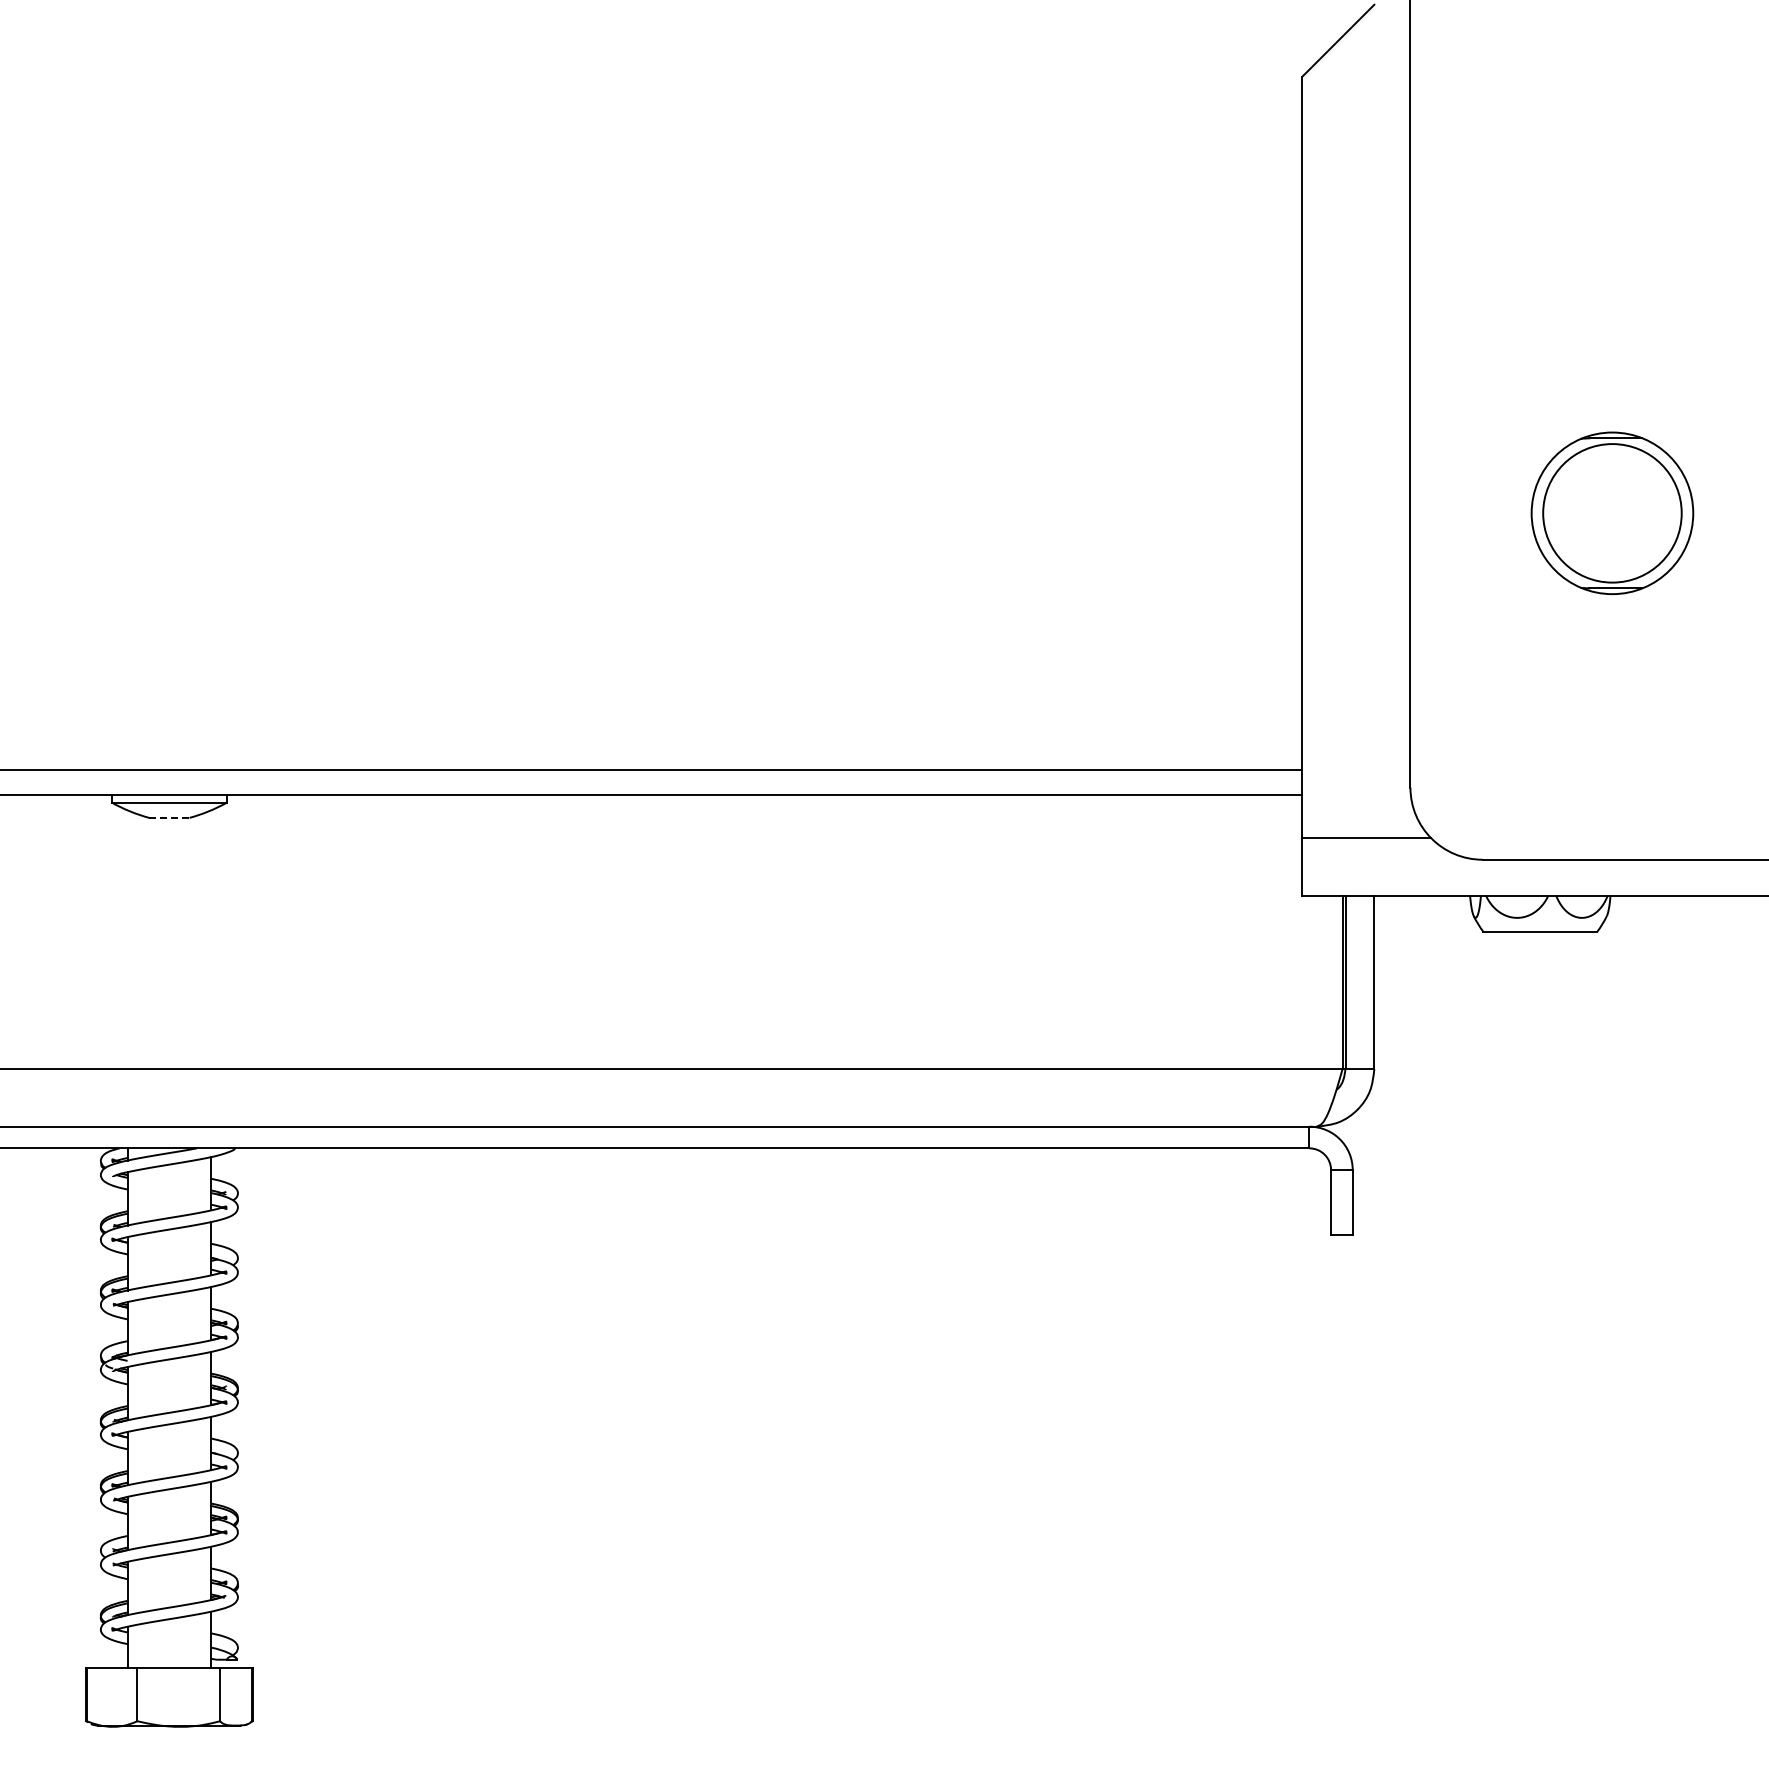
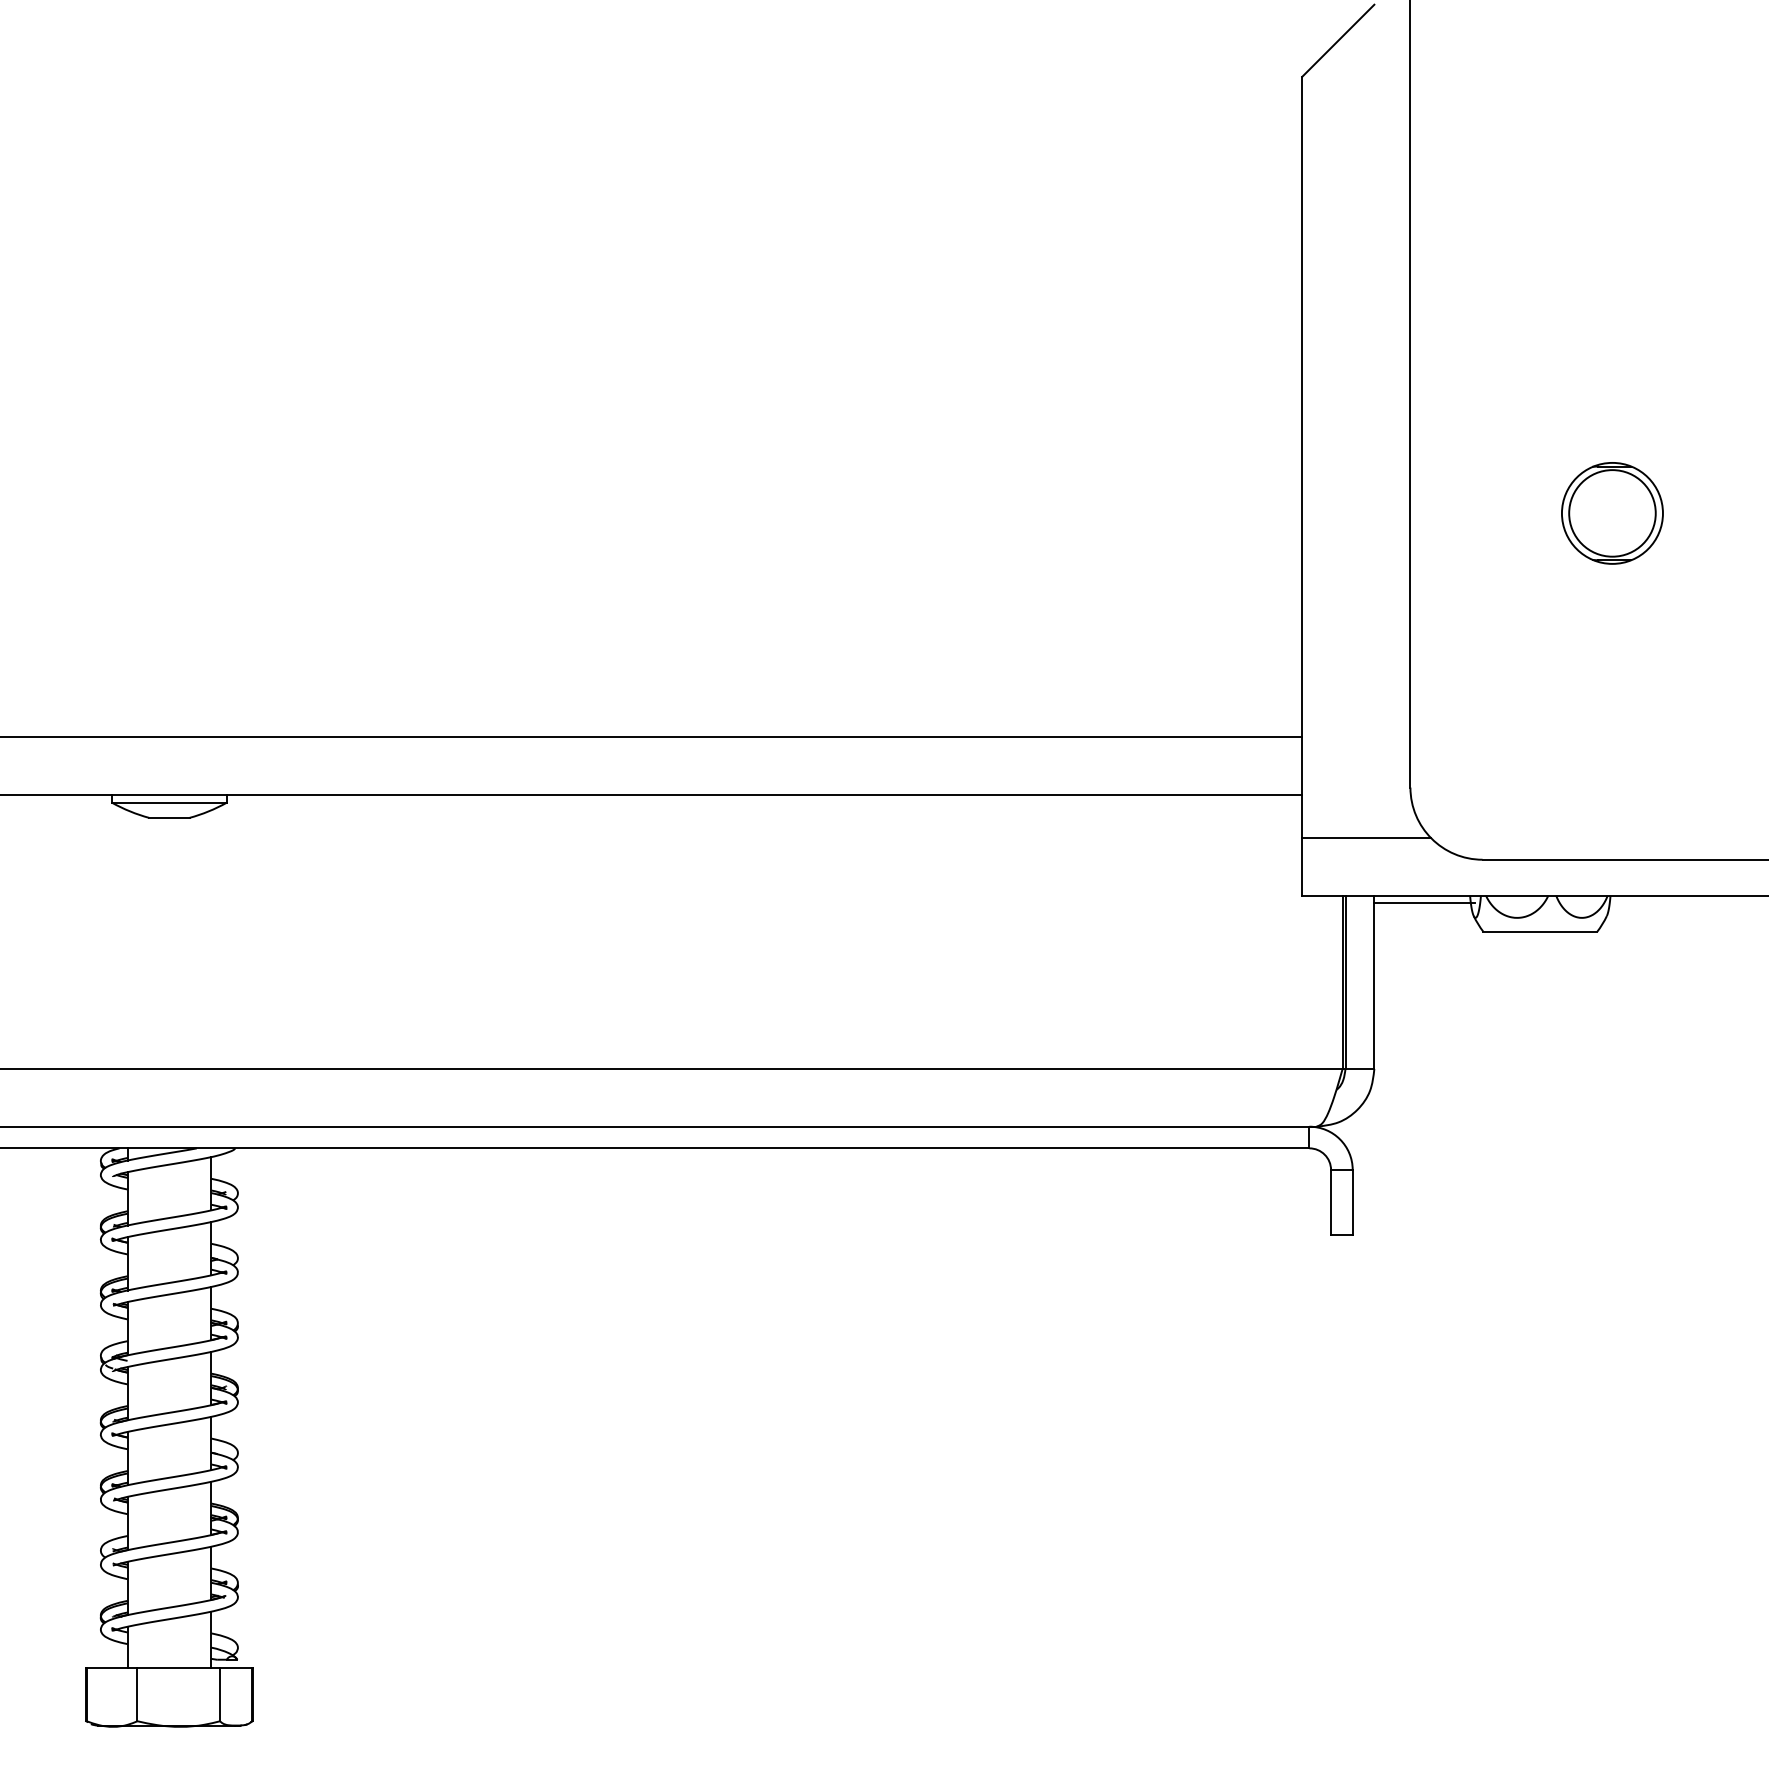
part at (1612, 512) size: 165x164 px -> 103x103 px
line at (652, 770) position: (652, 770) -> (652, 737)
line at (169, 817): dashed -> solid
line at (1424, 903): none -> present
